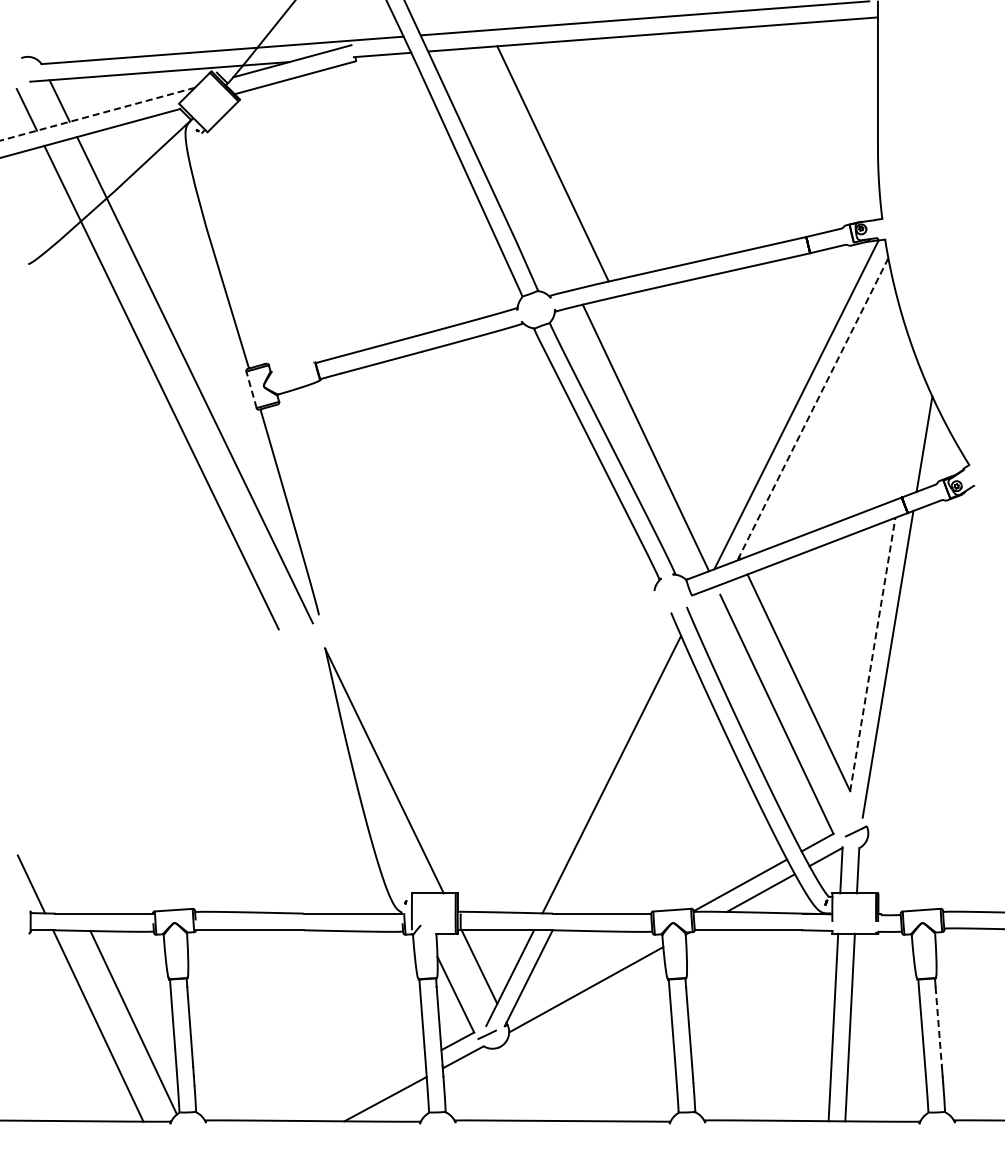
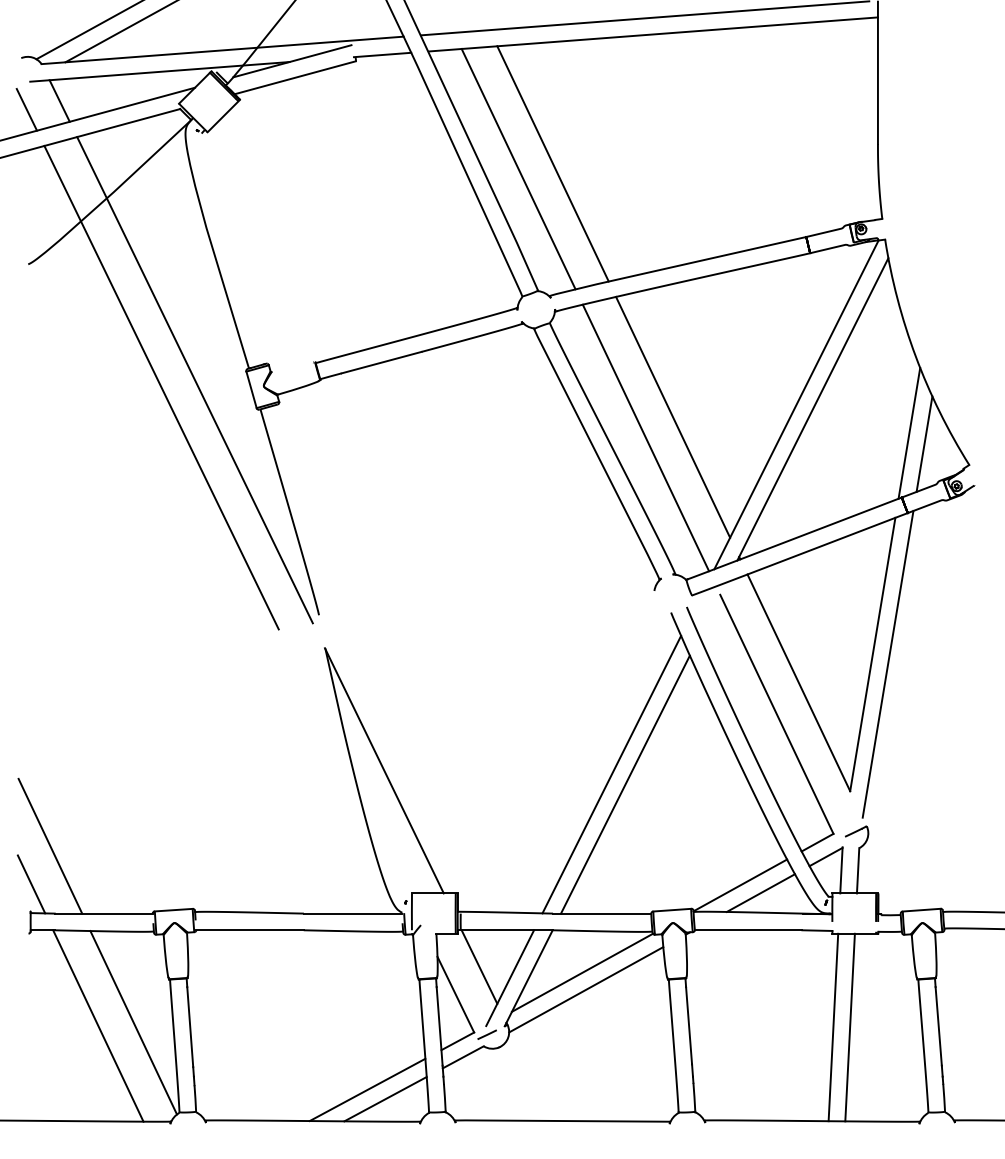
line at (88, 30): none -> present
line at (119, 32): none -> present
line at (97, 114): dashed -> solid
line at (518, 168): none -> present
line at (251, 389): dashed -> solid
line at (812, 409): dashed -> solid
line at (673, 416): none -> present
line at (909, 433): none -> present
line at (872, 654): dashed -> solid
line at (625, 784): none -> present
line at (50, 845): none -> present
line at (581, 972): none -> present
line at (938, 1026): dashed -> solid
line at (367, 1089): none -> present
